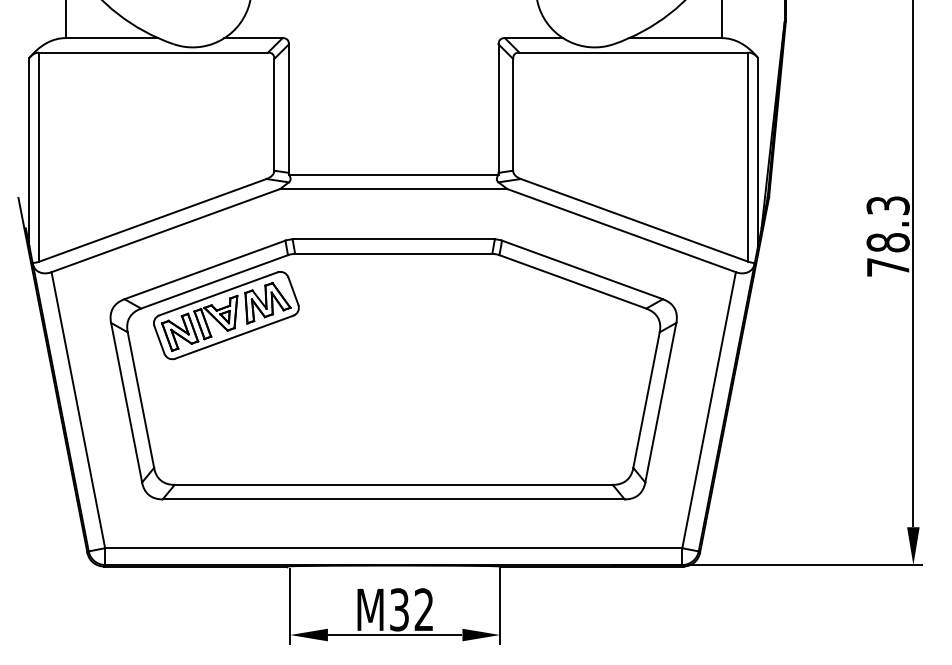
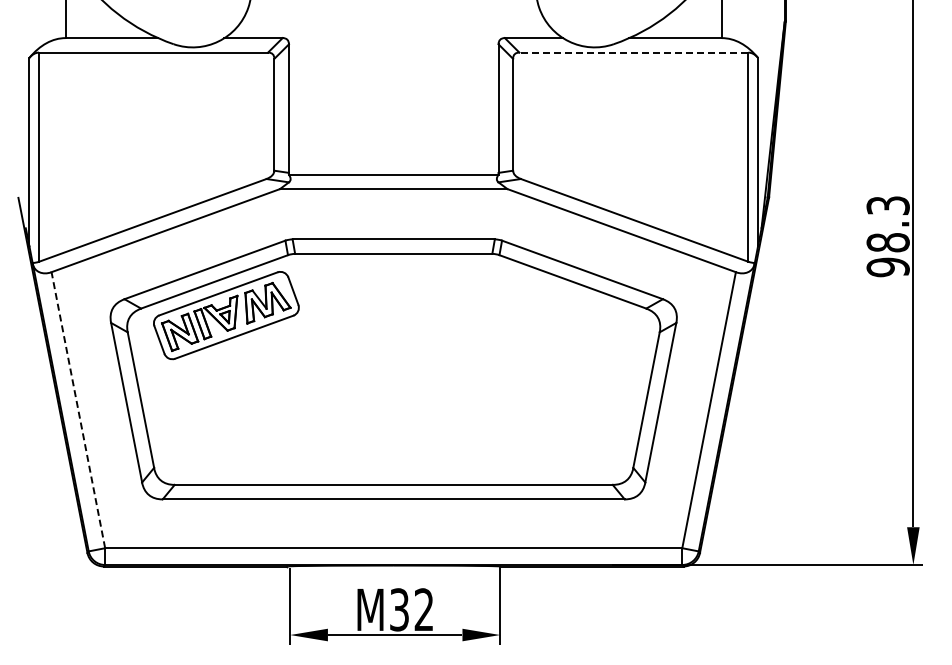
line at (633, 52): solid -> dashed
text at (887, 267): 78.3 -> 98.3
line at (78, 410): solid -> dashed
